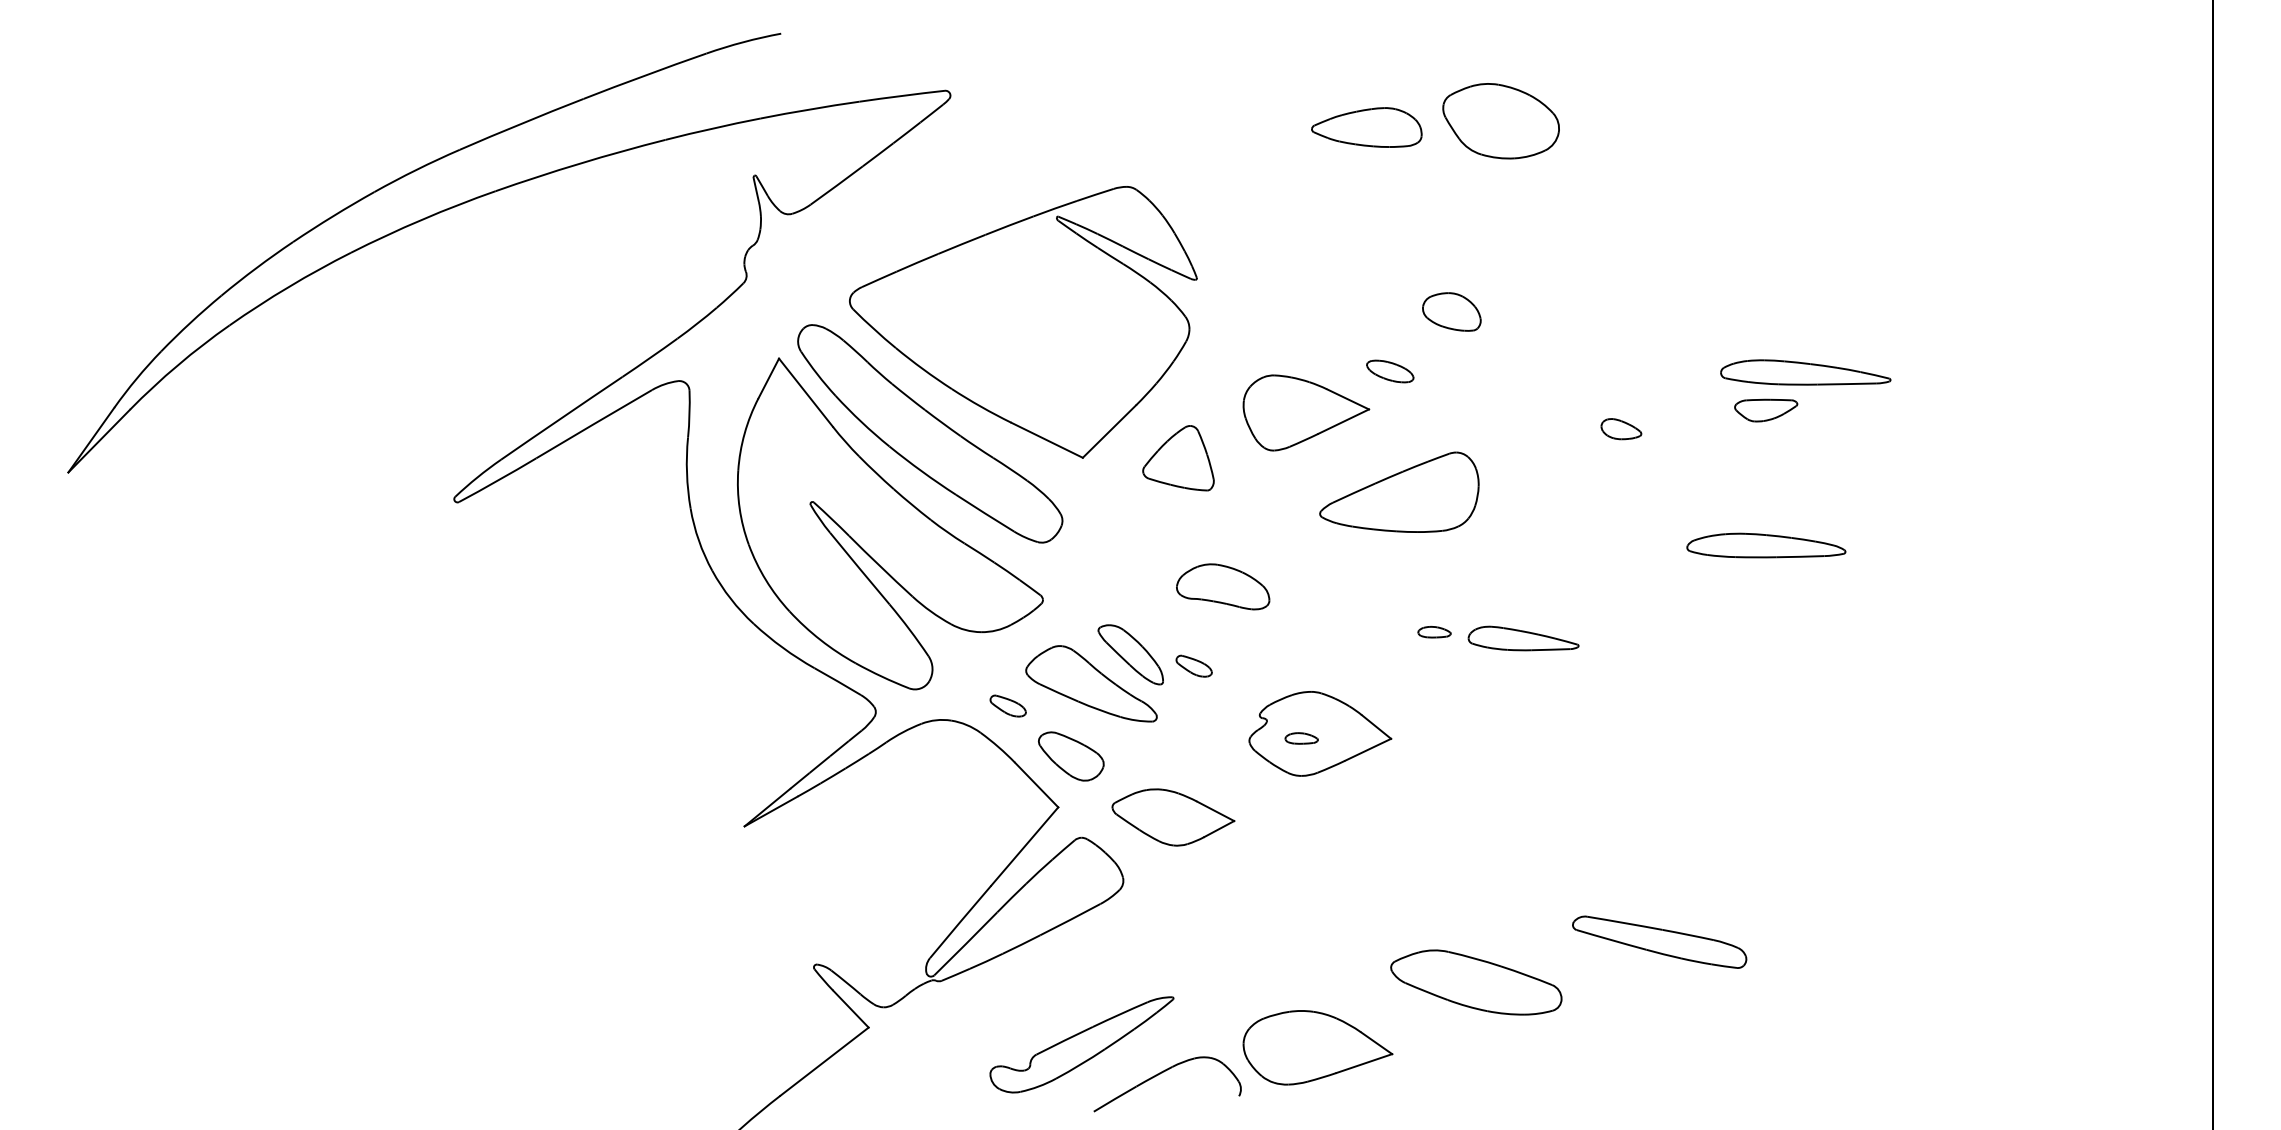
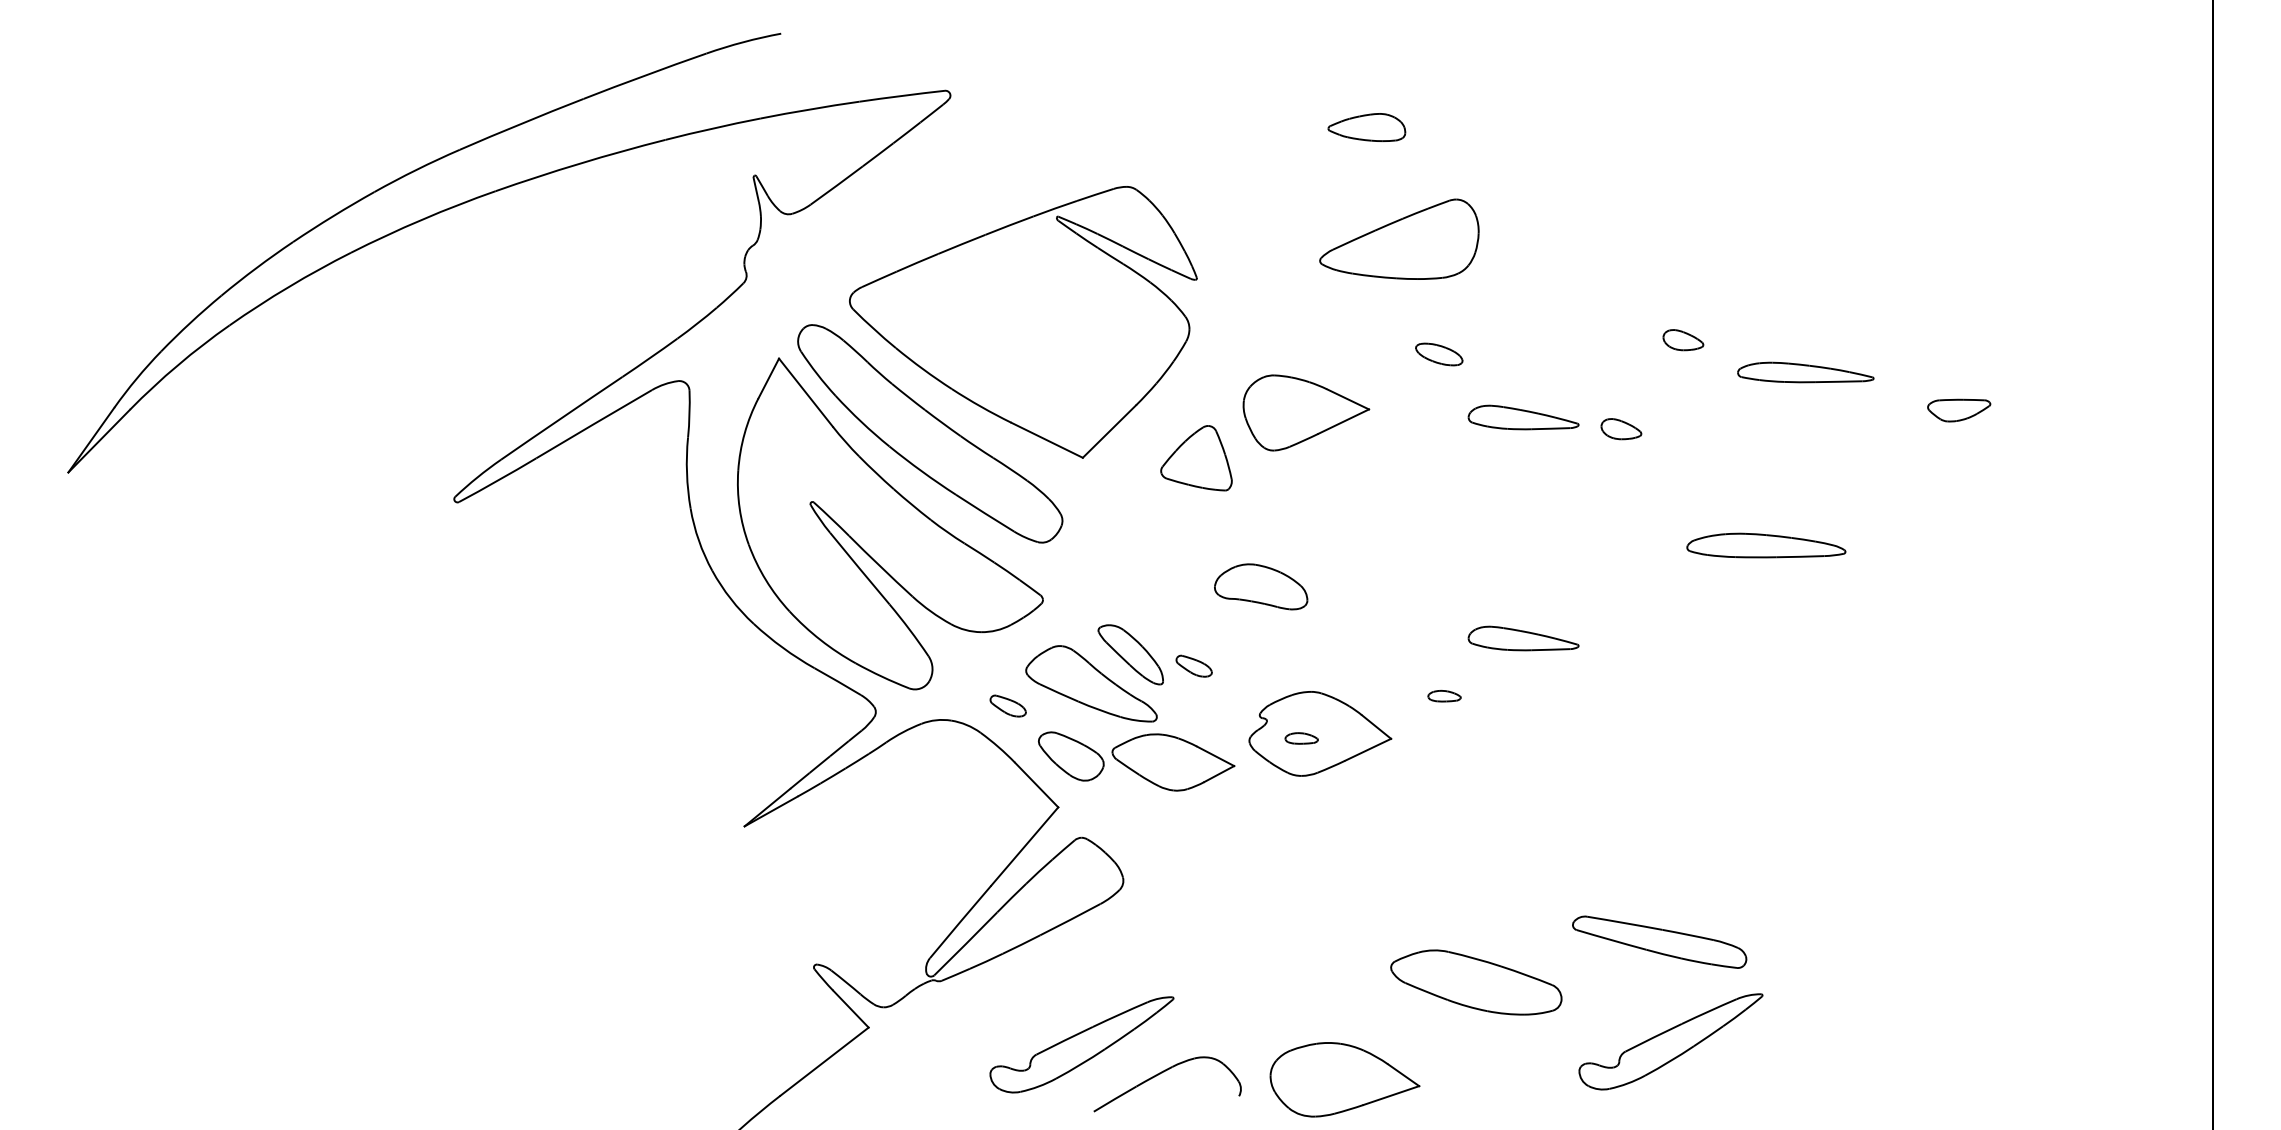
part at (1500, 121): present -> none
part at (1366, 127) size: 112x41 px -> 80x29 px
part at (1451, 311): present -> none
part at (1683, 340): none -> present
part at (1390, 371) position: (1390, 371) -> (1439, 354)
part at (1805, 372) size: 172x27 px -> 138x23 px
part at (1766, 410) position: (1766, 410) -> (1959, 410)
part at (1523, 417): none -> present
part at (1178, 458) position: (1178, 458) -> (1196, 458)
part at (1399, 491) position: (1399, 491) -> (1399, 238)
part at (1223, 586) position: (1223, 586) -> (1261, 586)
part at (1434, 632) position: (1434, 632) -> (1444, 696)
part at (1173, 817) position: (1173, 817) -> (1173, 762)
part at (1670, 1041): none -> present
part at (1317, 1047) position: (1317, 1047) -> (1344, 1079)
